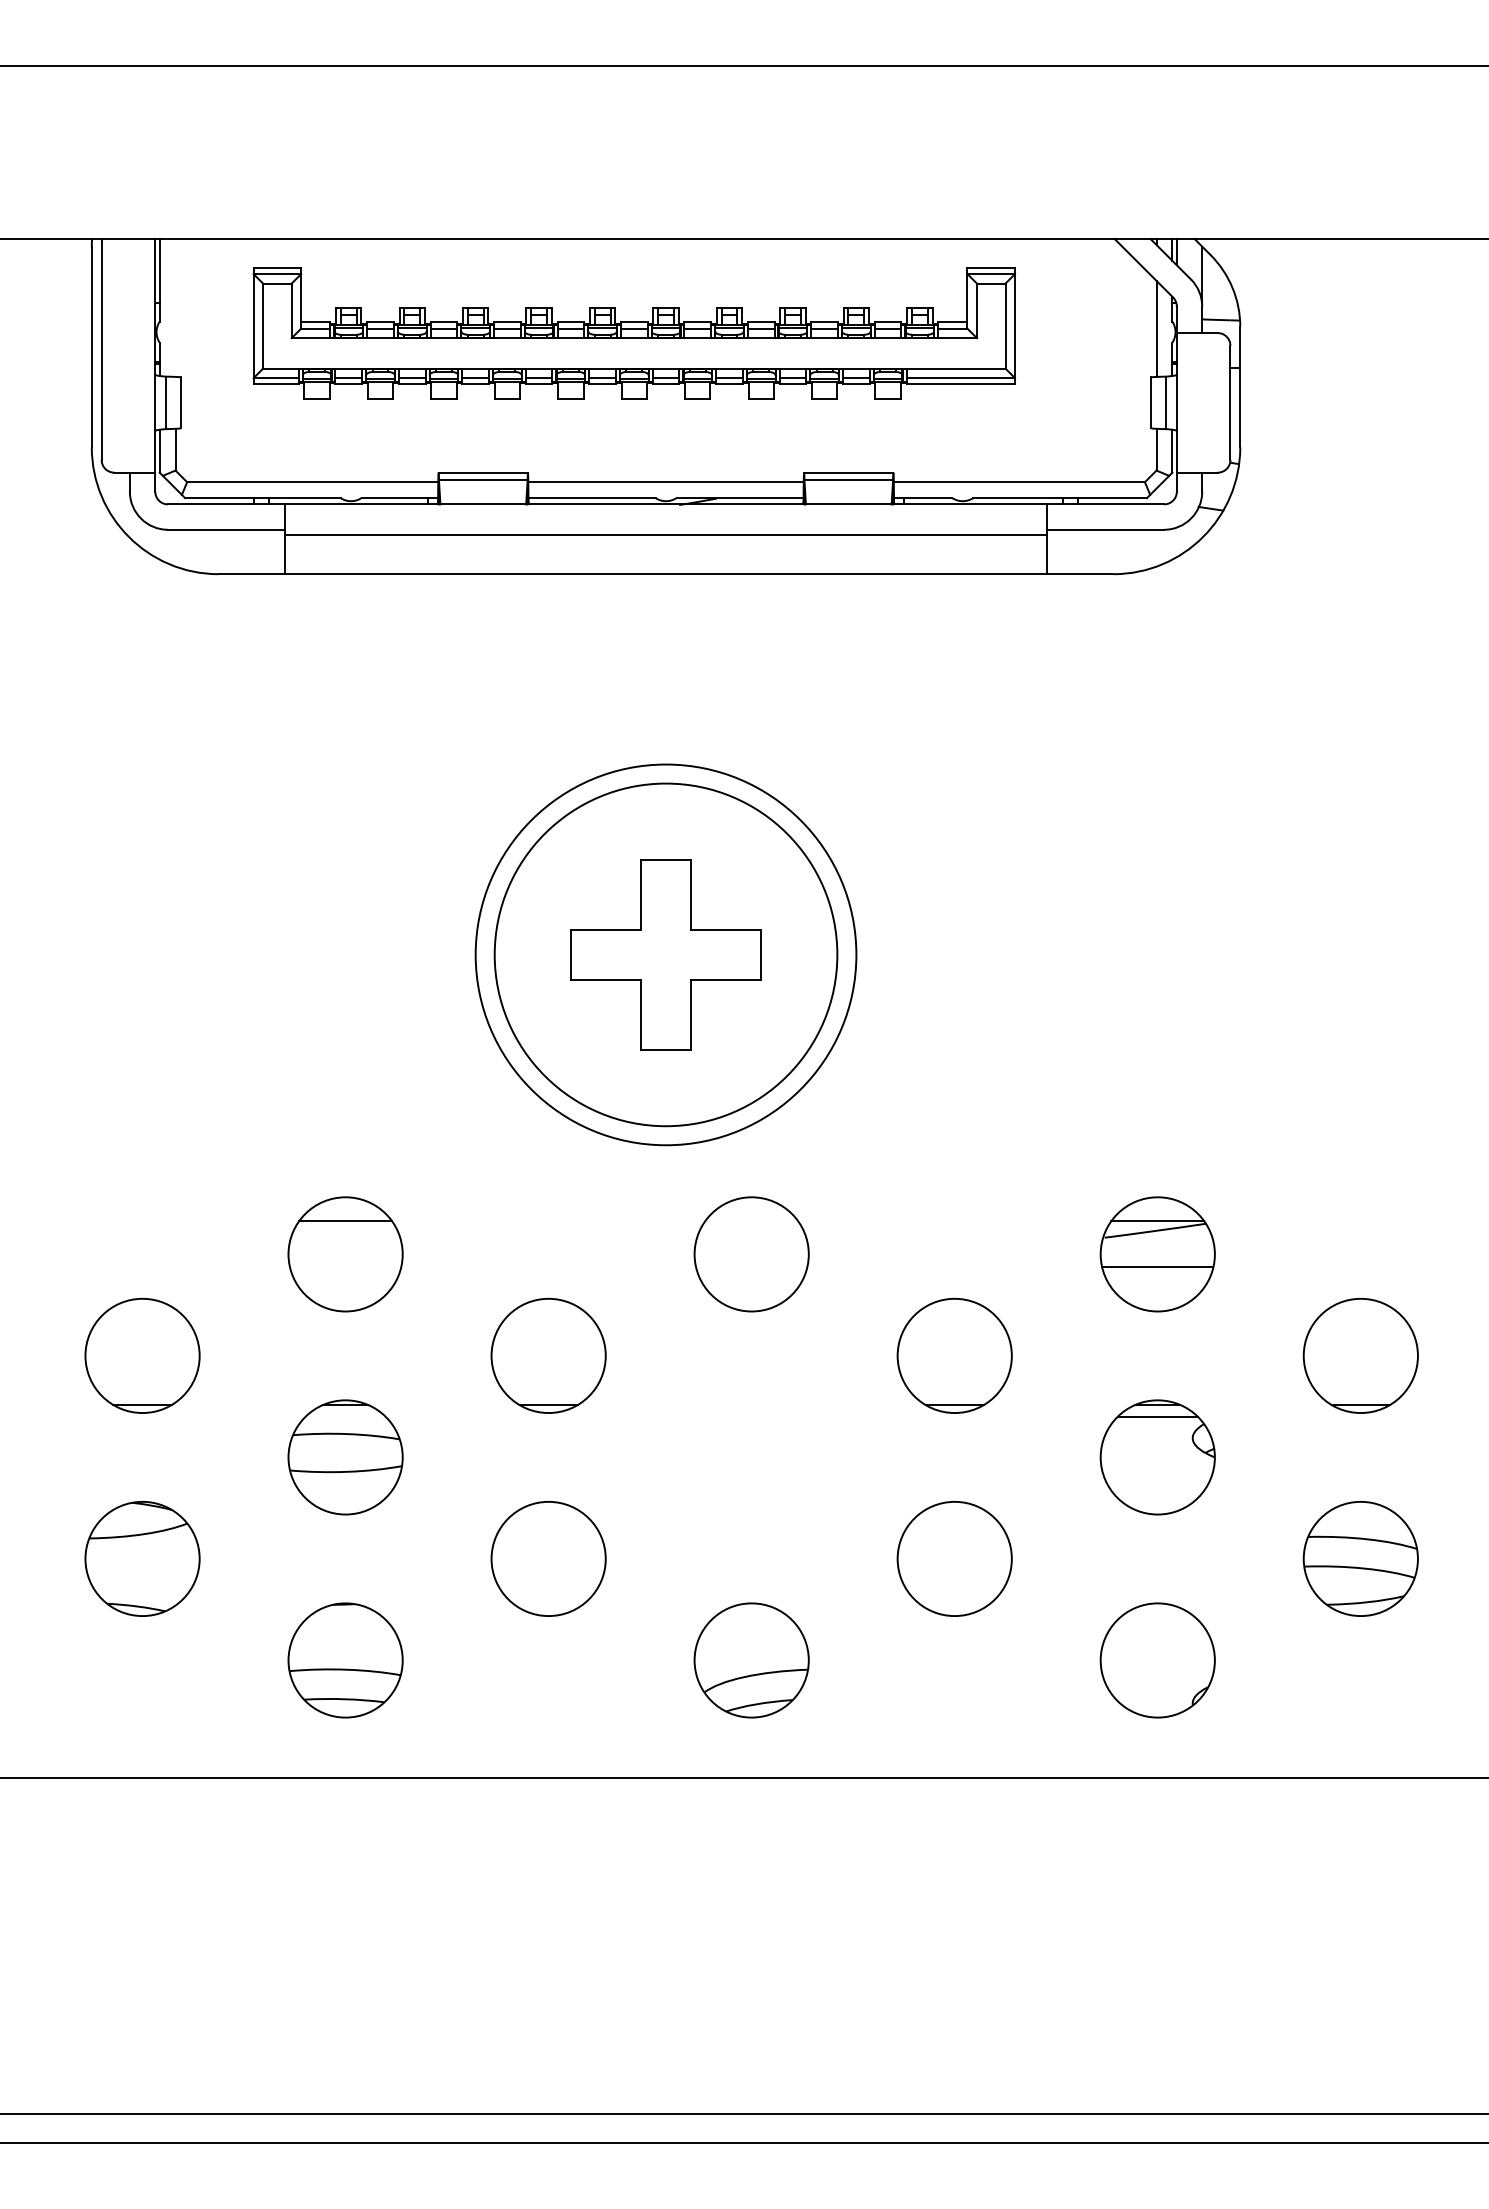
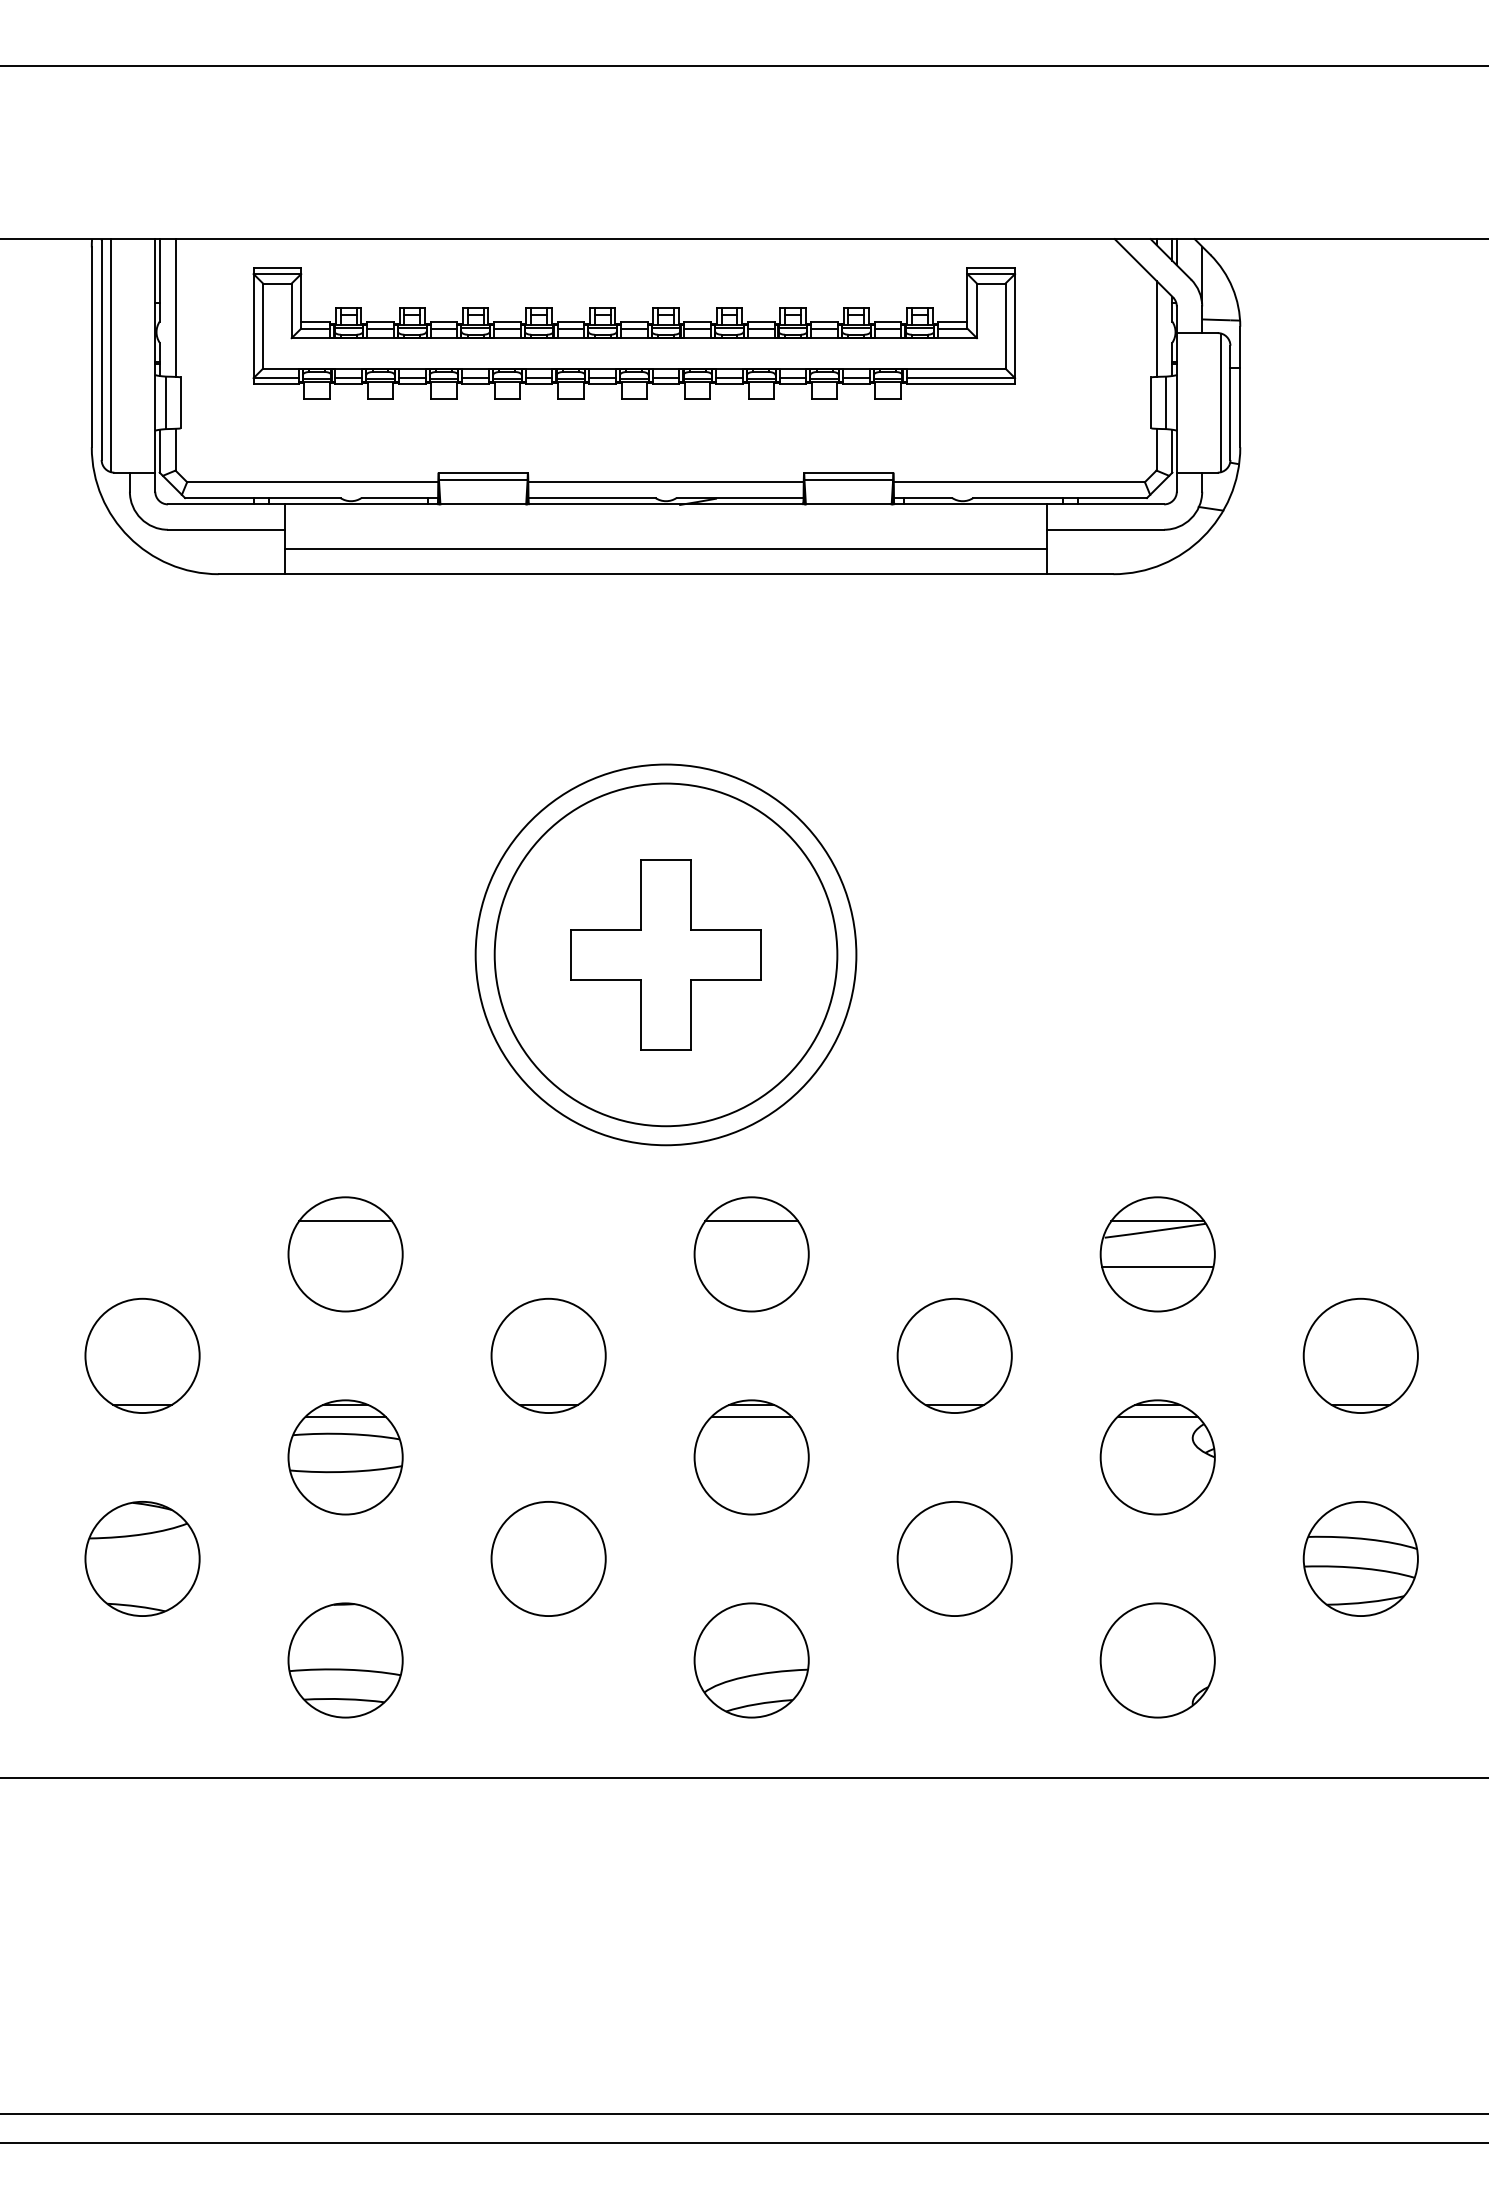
line at (175, 307): none -> present
line at (110, 355): none -> present
line at (1221, 402): none -> present
line at (665, 534) position: (665, 534) -> (665, 548)
line at (751, 1221): none -> present
line at (345, 1416): none -> present
part at (751, 1457): none -> present
